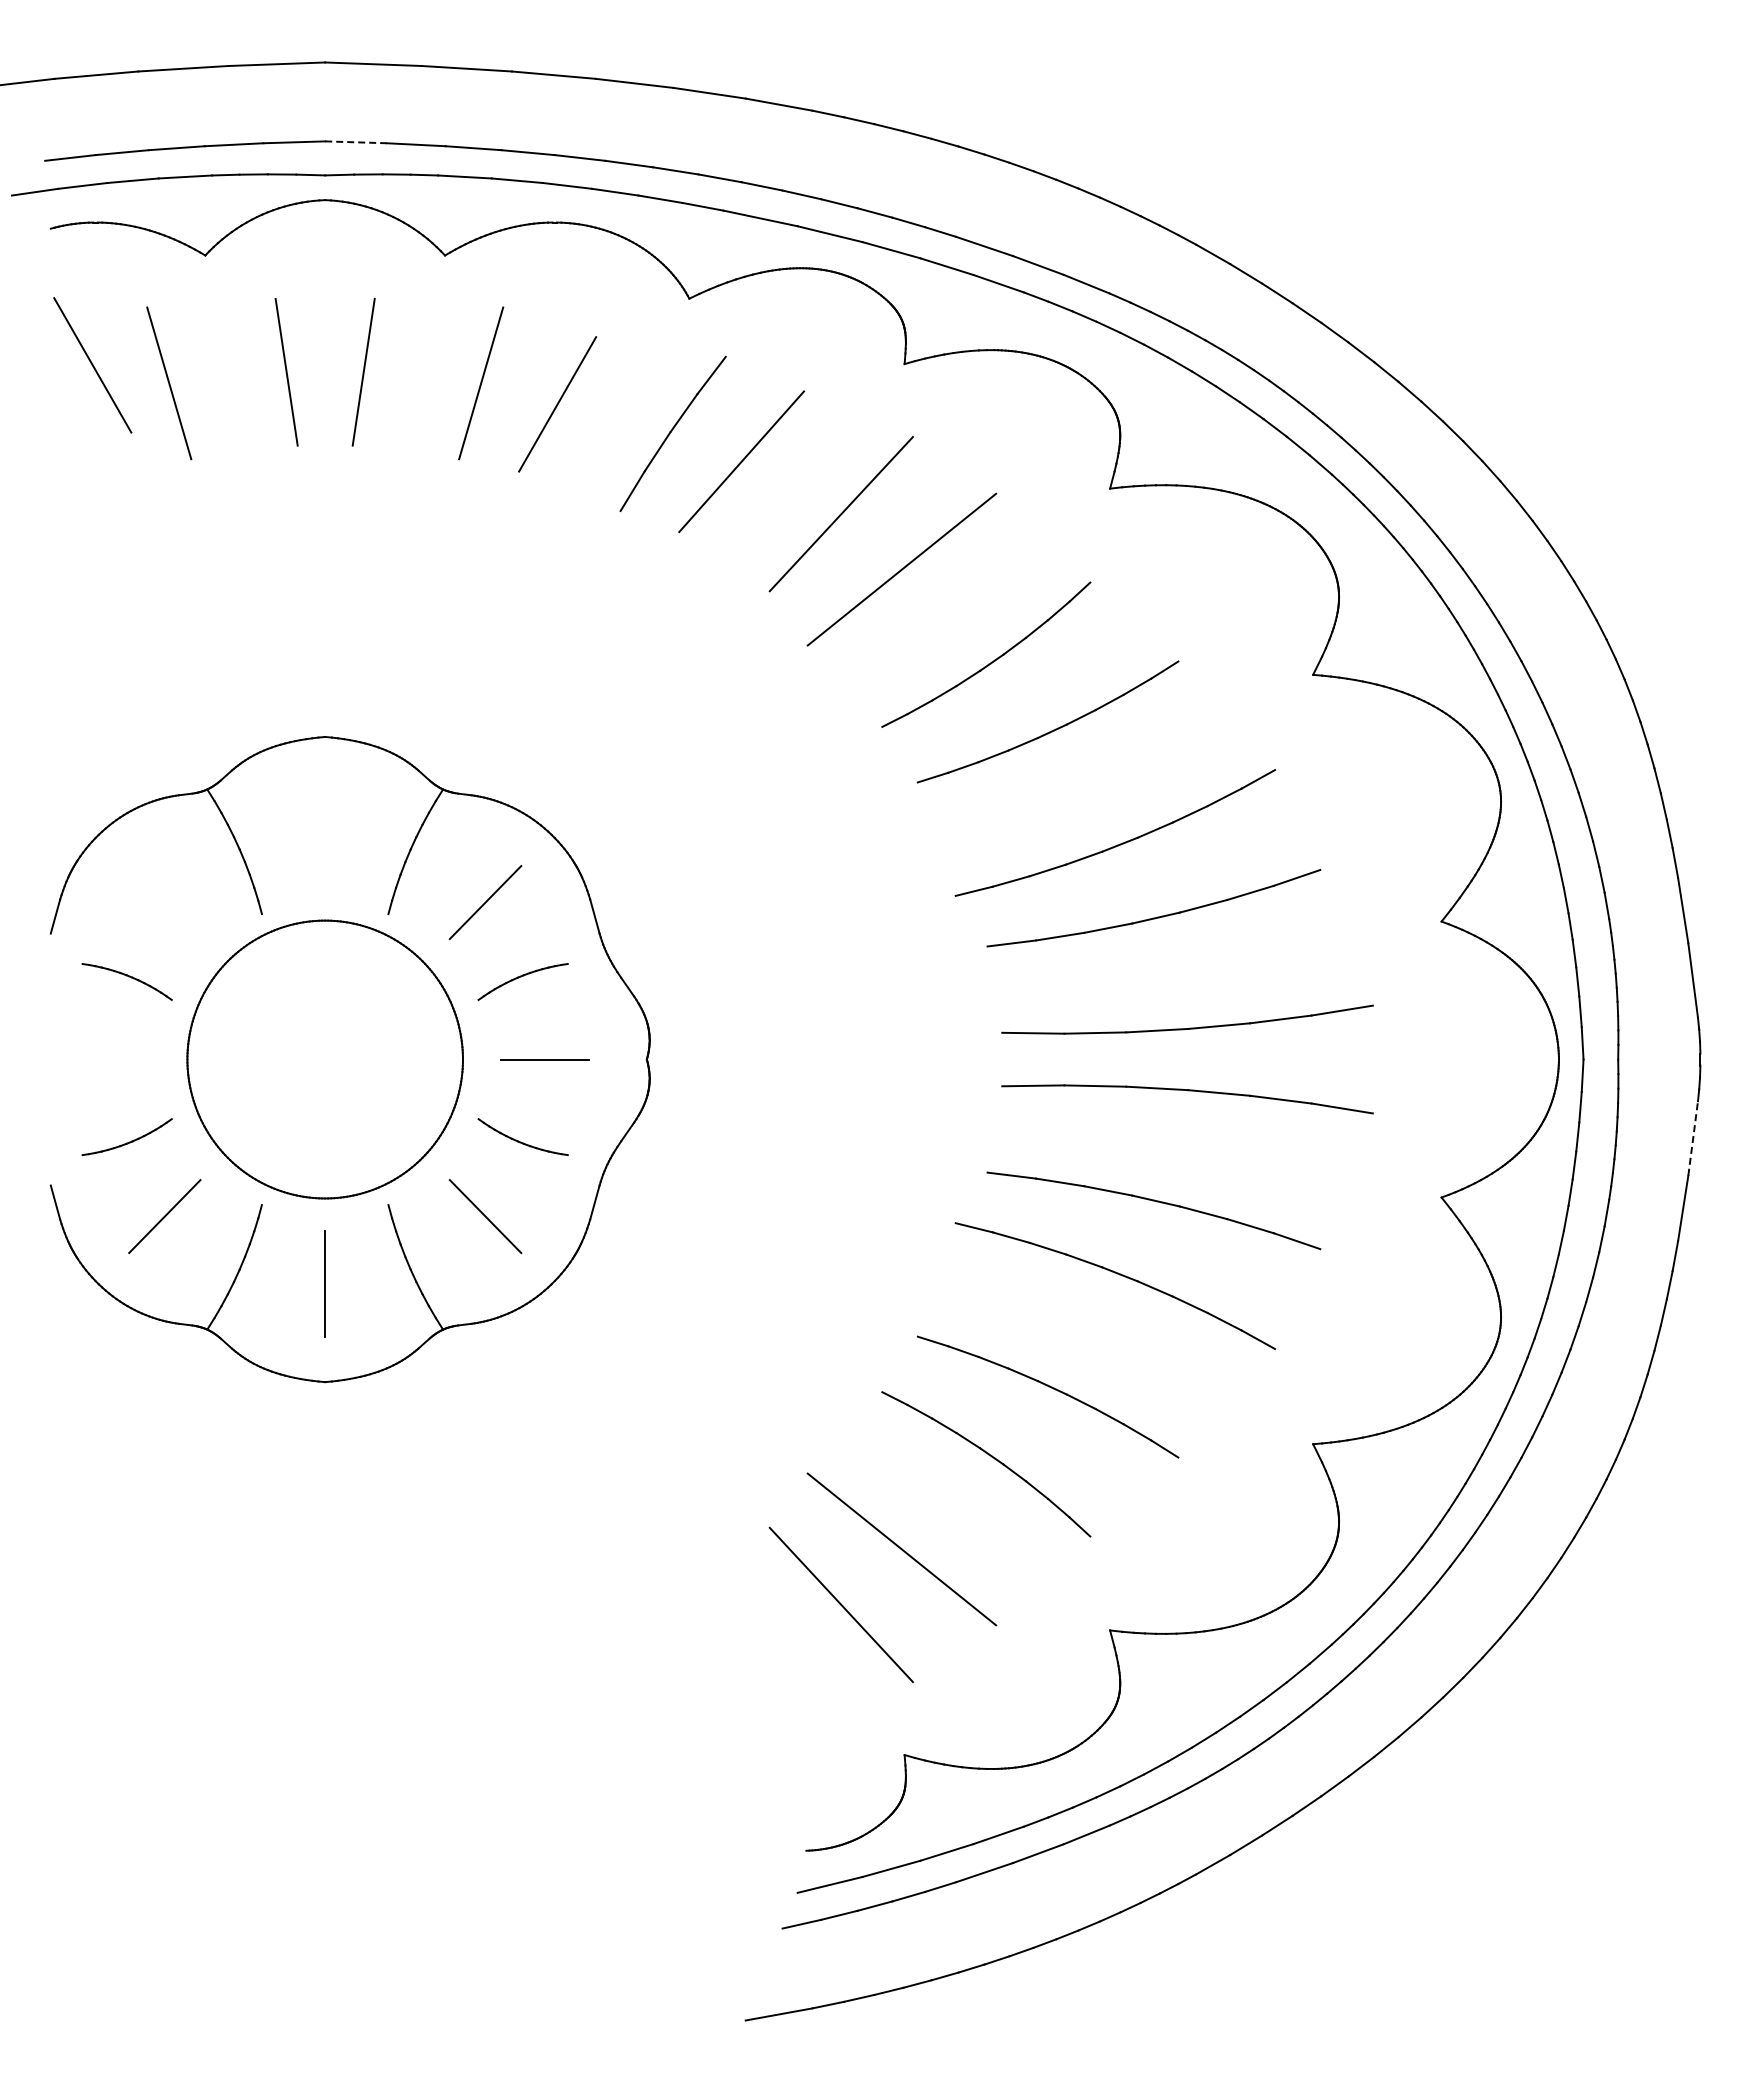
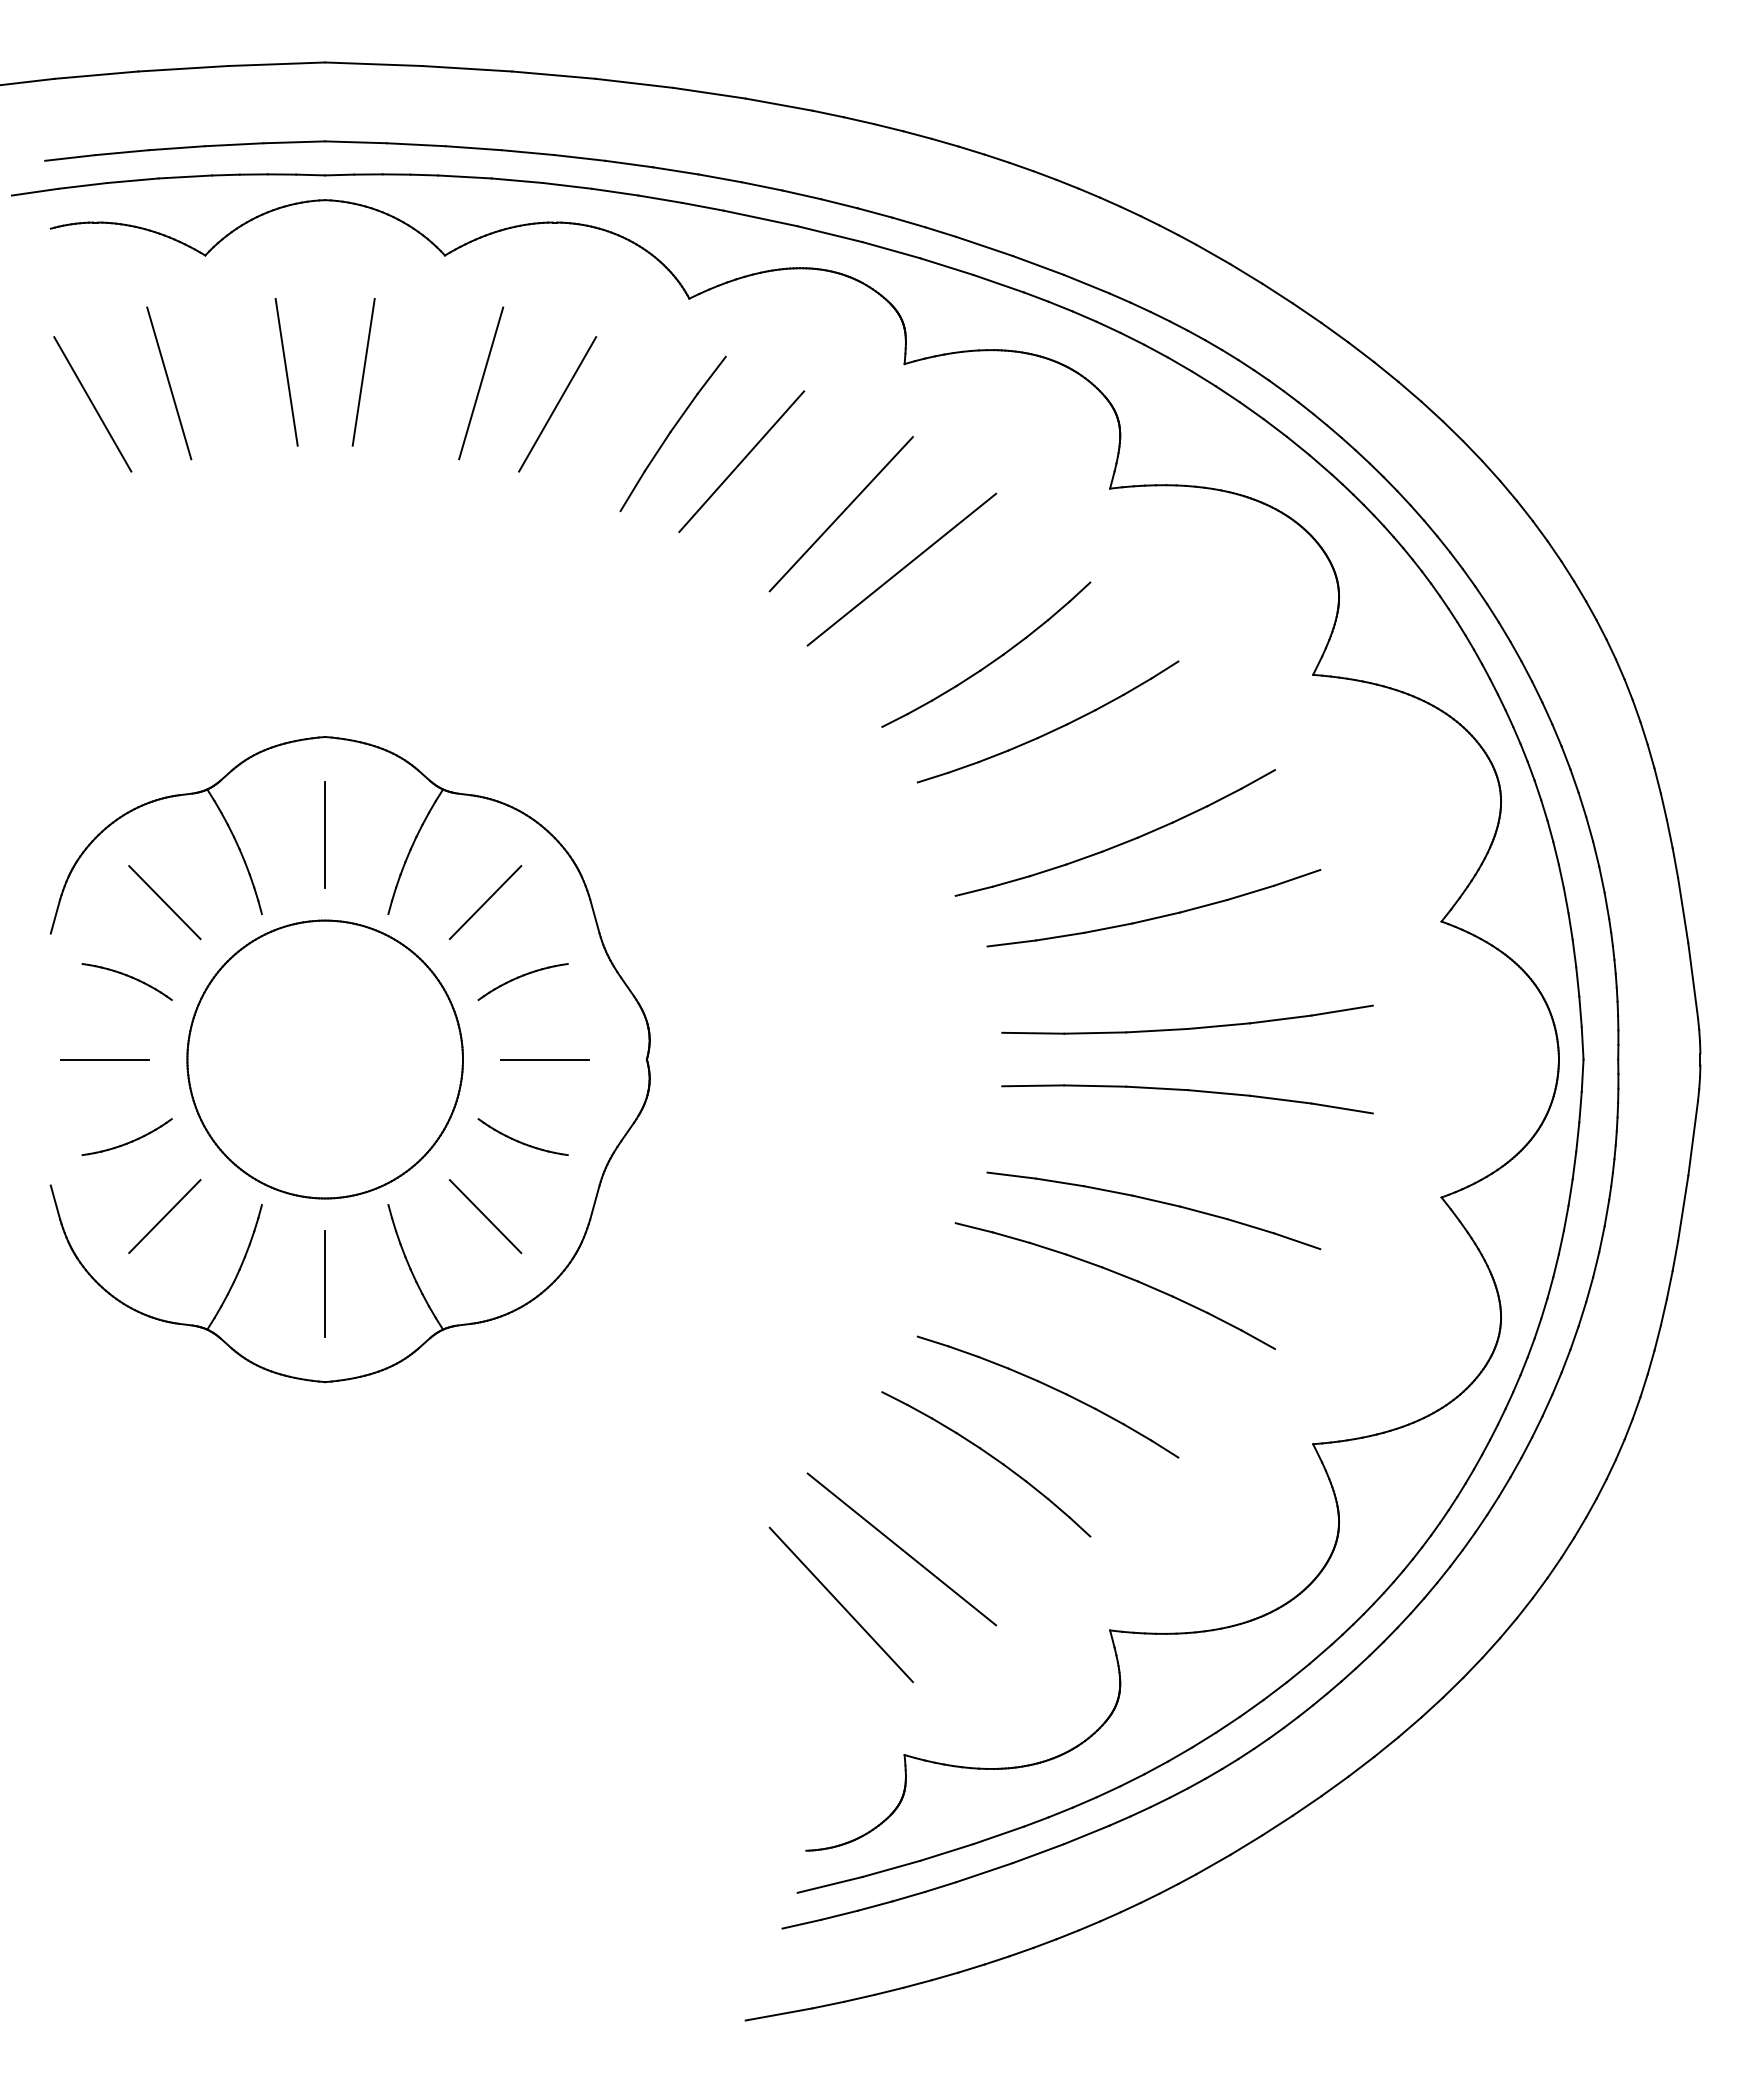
line at (356, 142): dashed -> solid
line at (92, 365) position: (92, 365) -> (92, 404)
line at (324, 834): none -> present
line at (164, 902): none -> present
line at (105, 1059): none -> present
line at (1693, 1138): dashed -> solid
